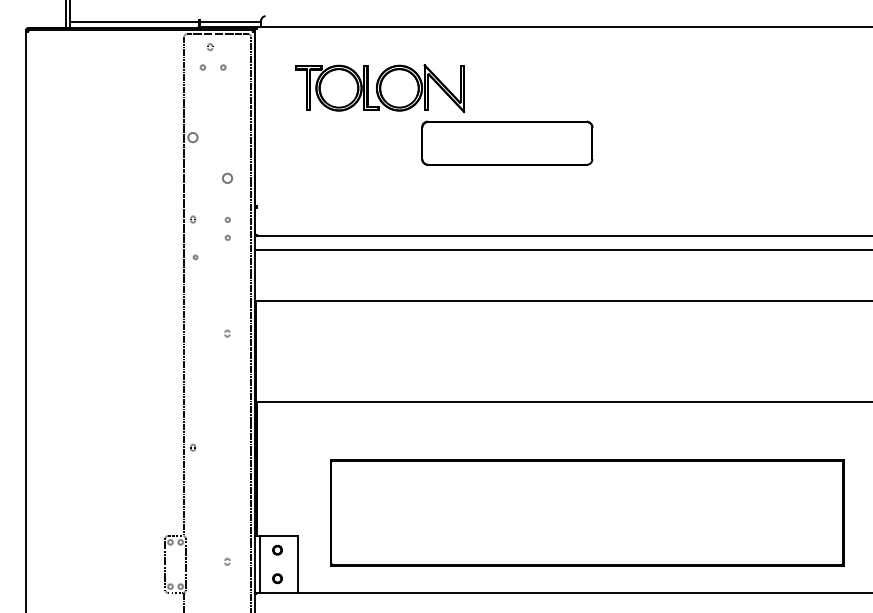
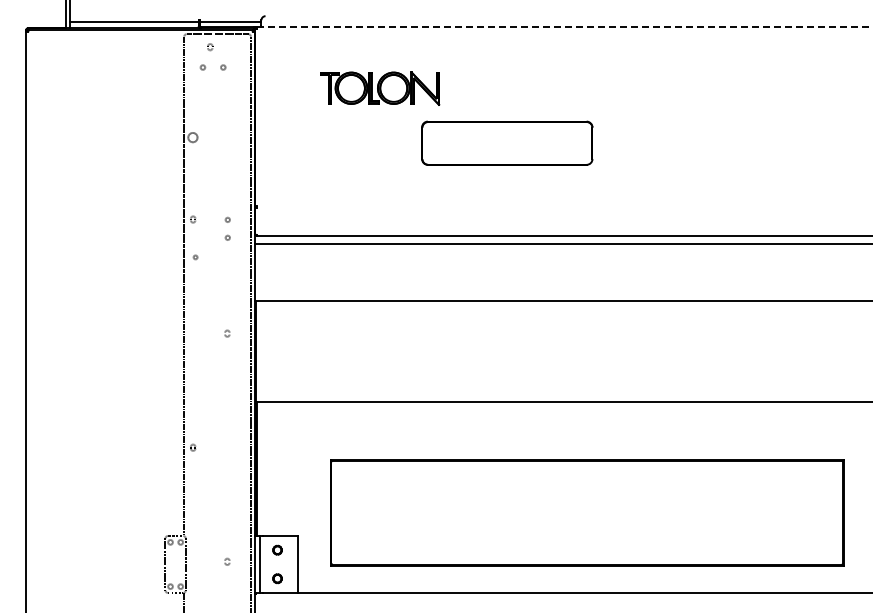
line at (565, 27): solid -> dashed
part at (380, 88) size: 171x49 px -> 121x35 px
circle at (227, 177): present -> none
line at (561, 249) position: (561, 249) -> (561, 243)
